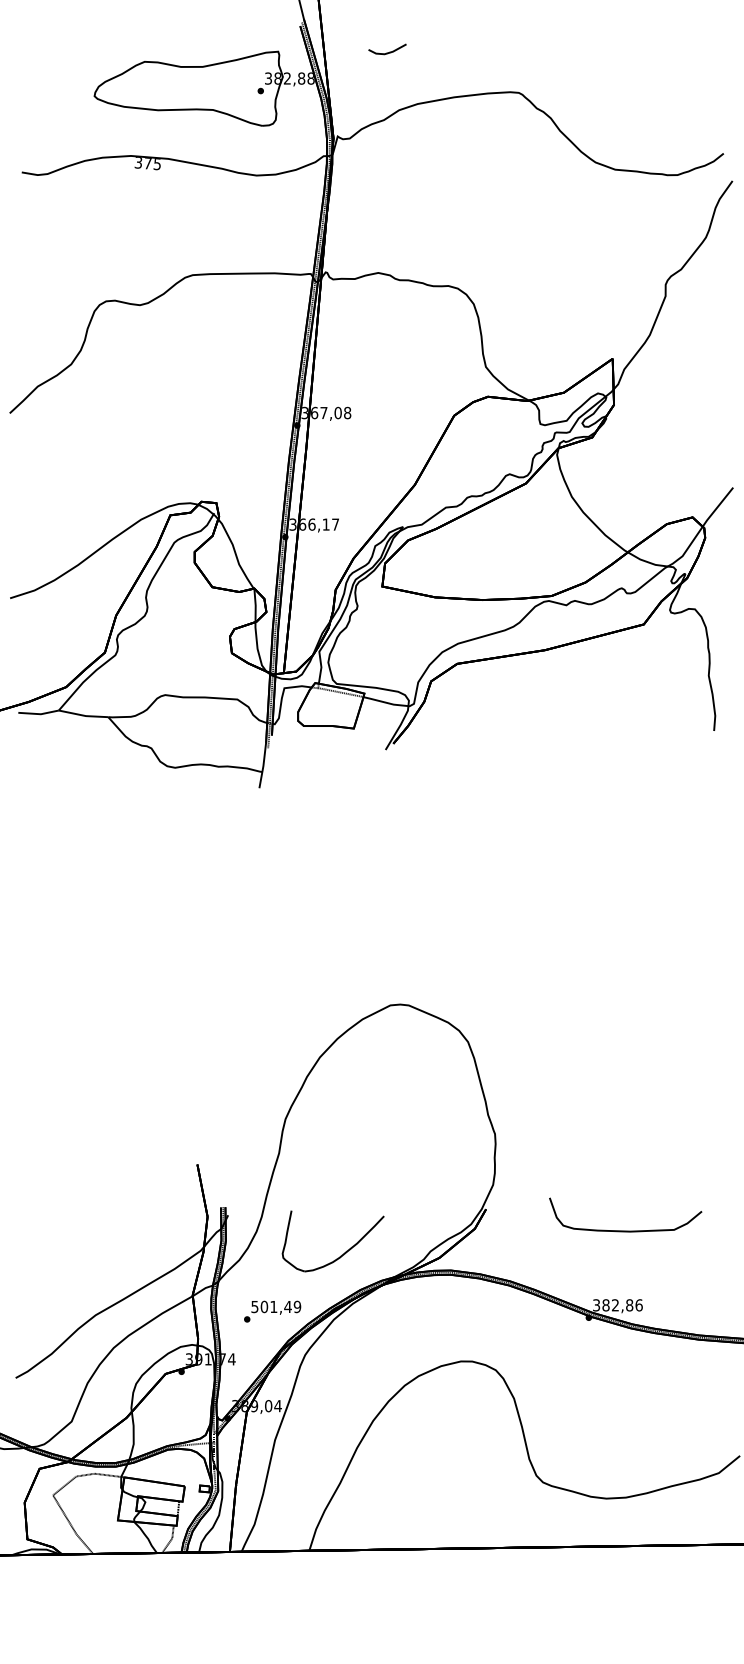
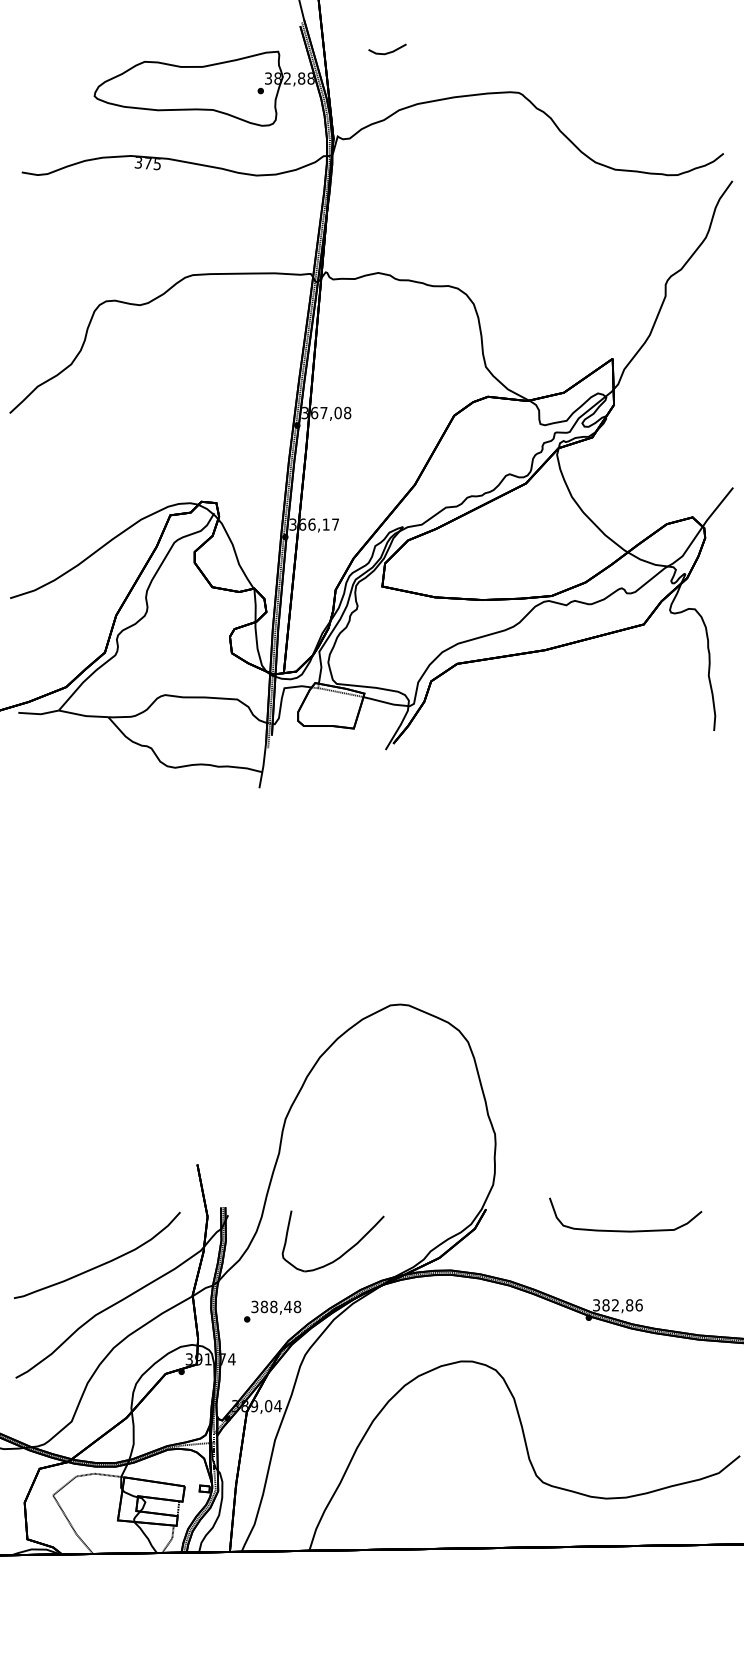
part at (100, 1264): none -> present
text at (276, 1306): 501,49 -> 388,48
